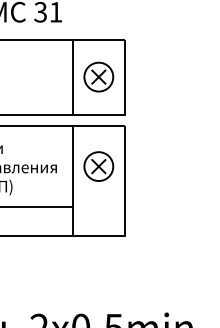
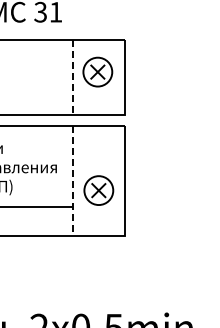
part at (98, 76) position: (98, 76) -> (97, 71)
line at (72, 77): solid -> dashed
part at (98, 166) position: (98, 166) -> (98, 190)
line at (72, 181): solid -> dashed
